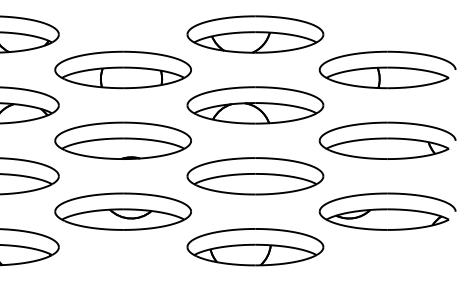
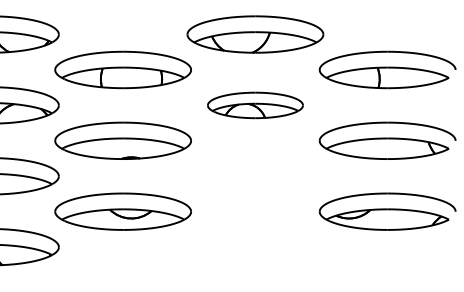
part at (255, 105) size: 139x39 px -> 97x29 px
part at (255, 176): present -> none
part at (255, 247): present -> none
